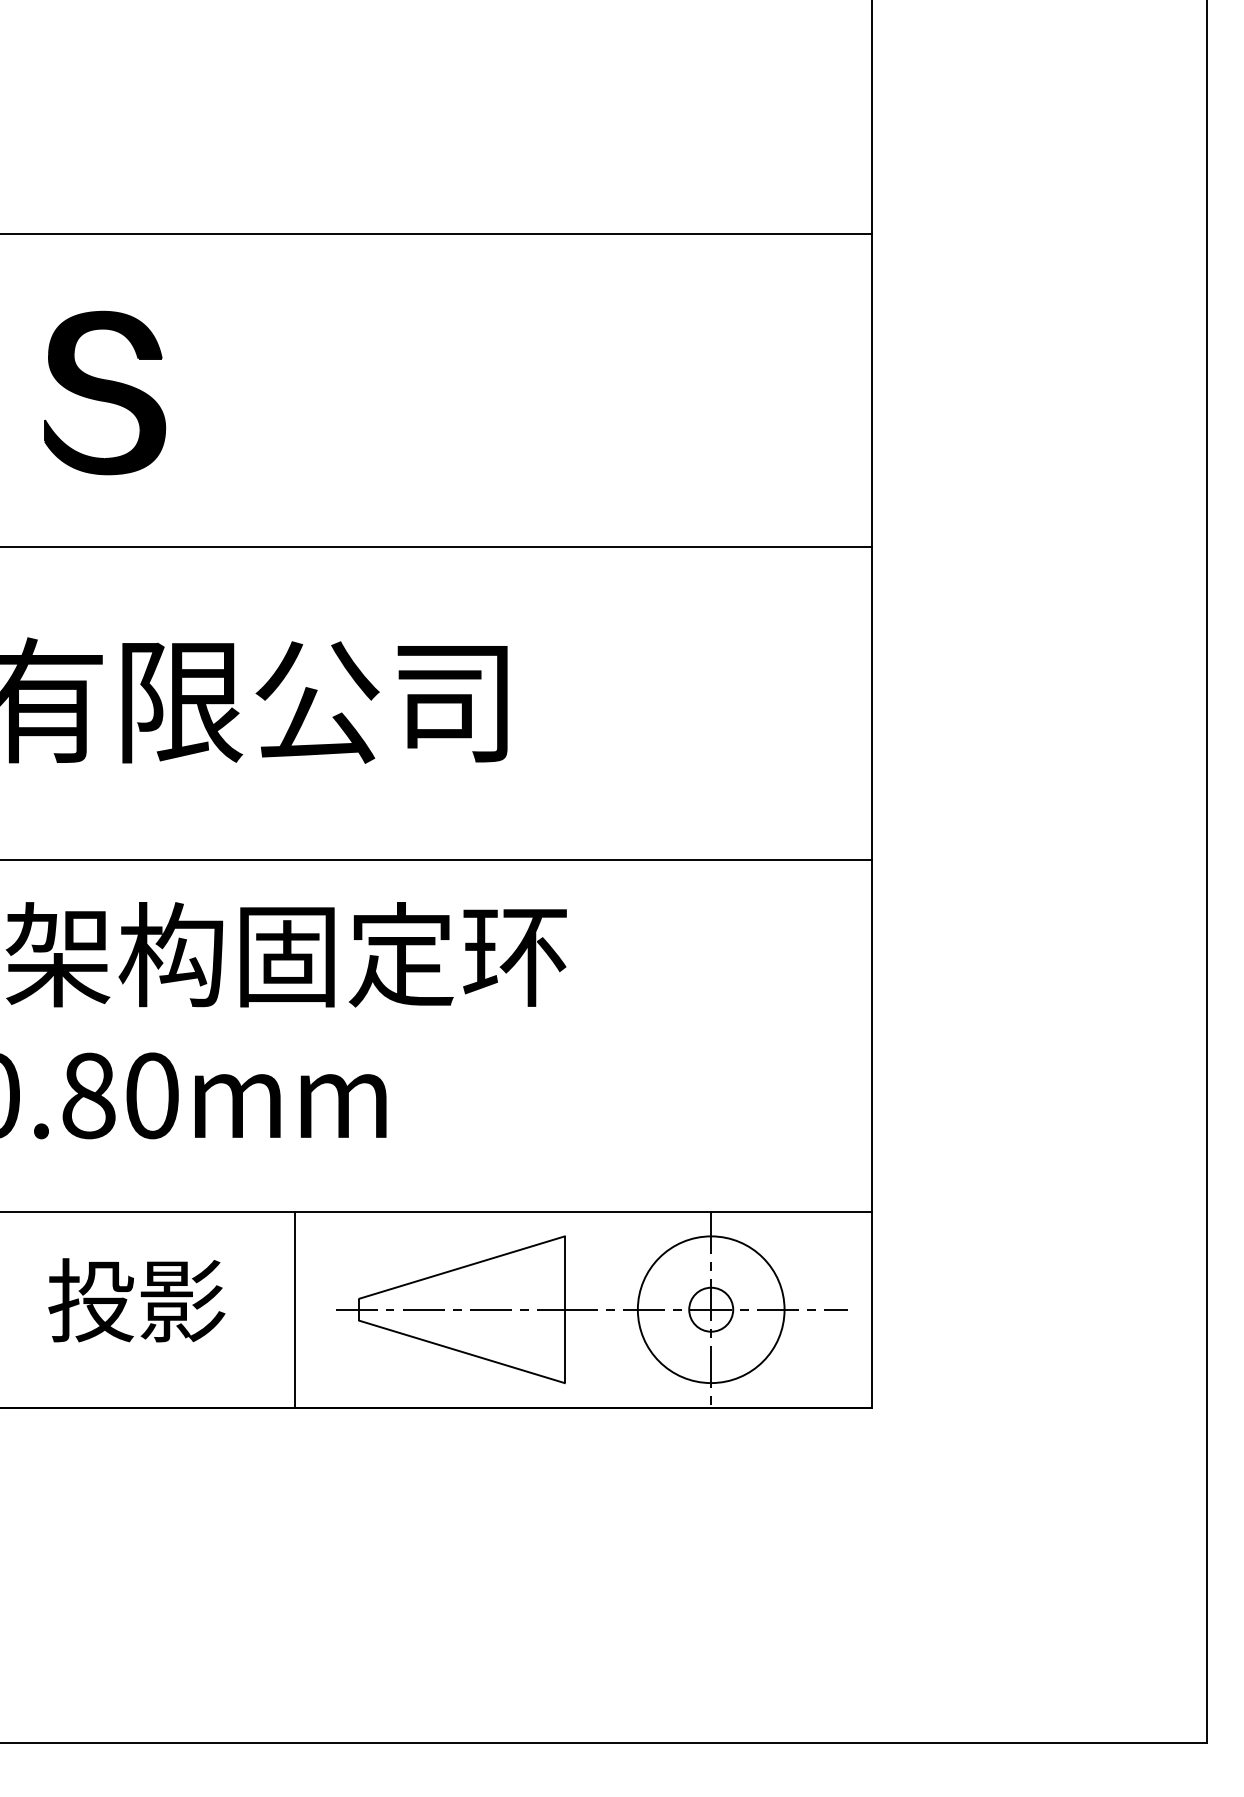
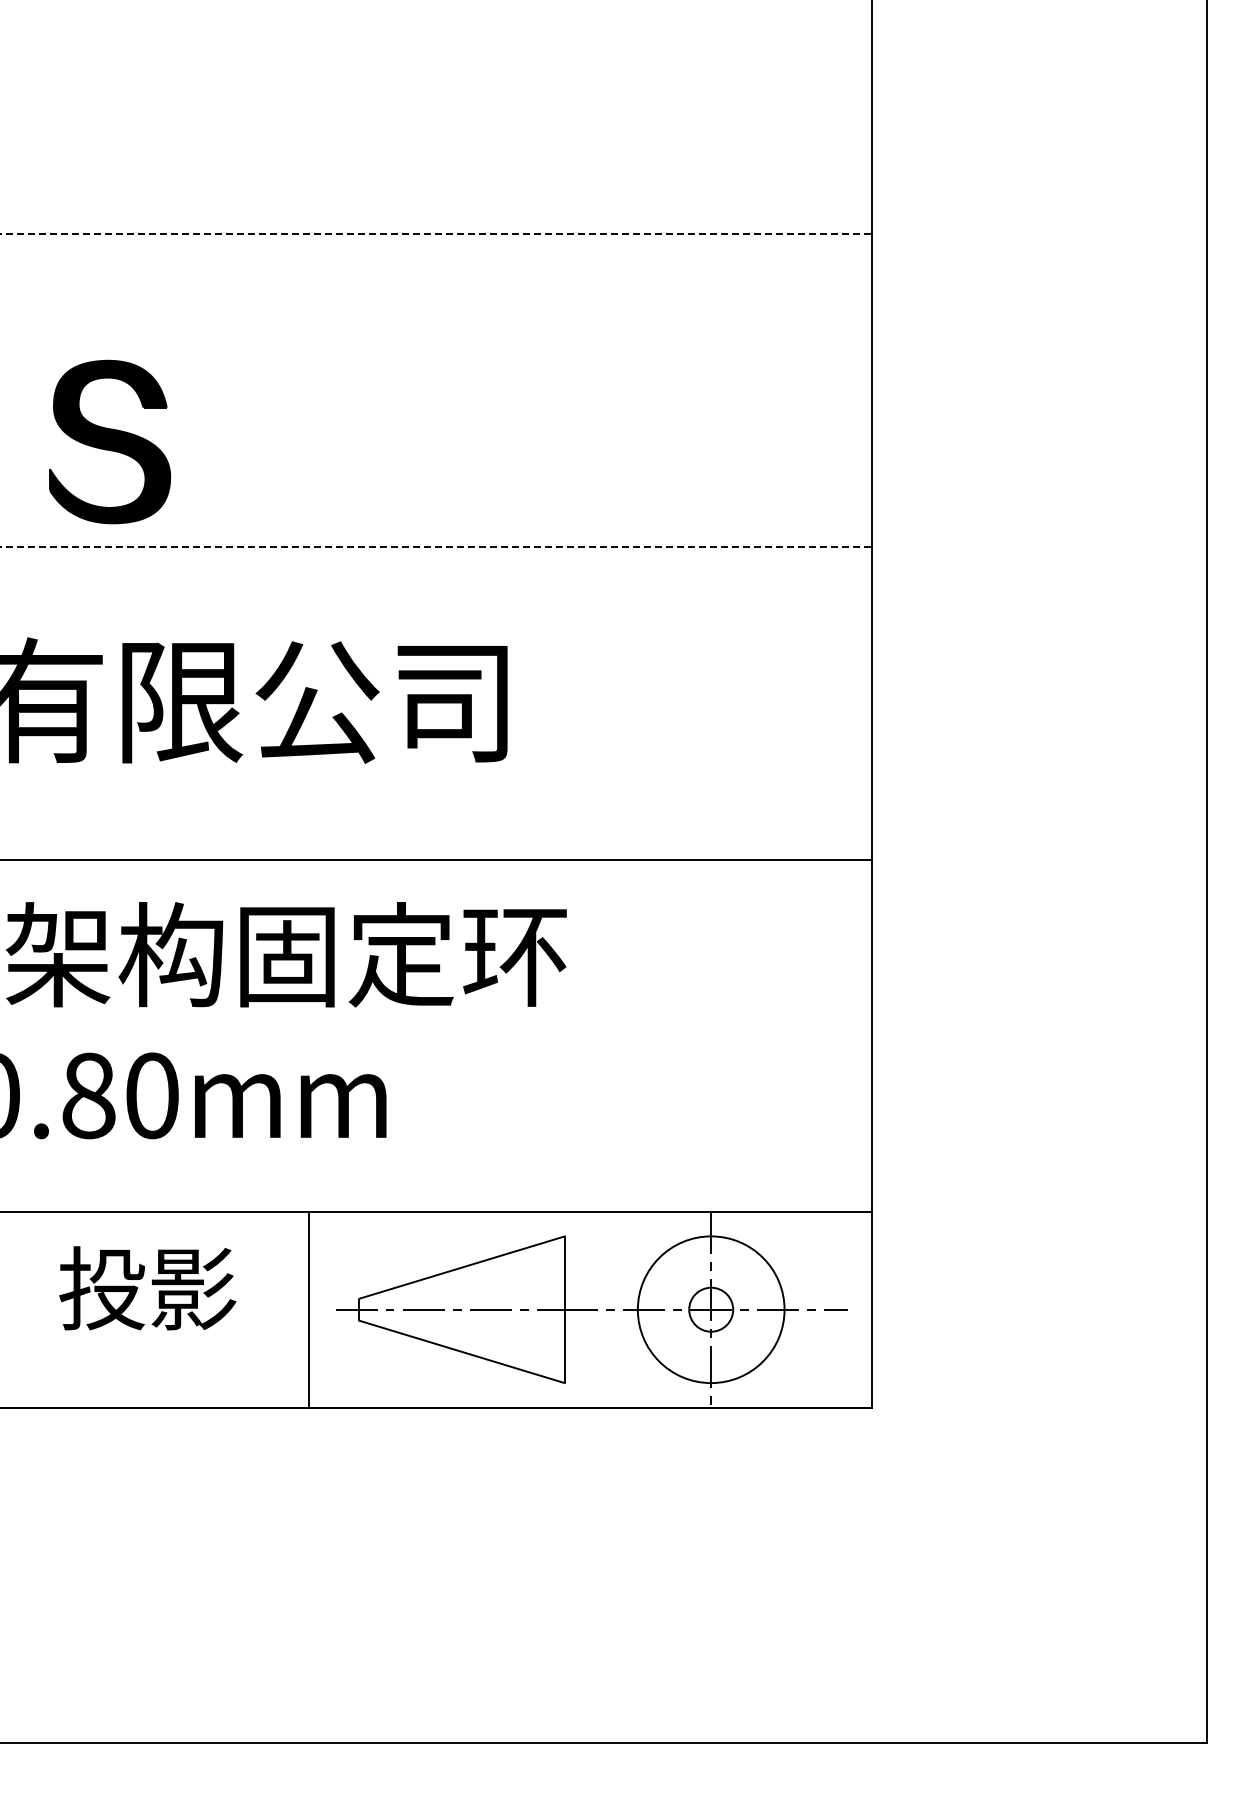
line at (436, 233): solid -> dashed
part at (105, 392) position: (105, 392) -> (110, 441)
line at (436, 546): solid -> dashed
text at (136, 1300) position: (136, 1300) -> (147, 1288)
line at (295, 1309) position: (295, 1309) -> (309, 1309)
